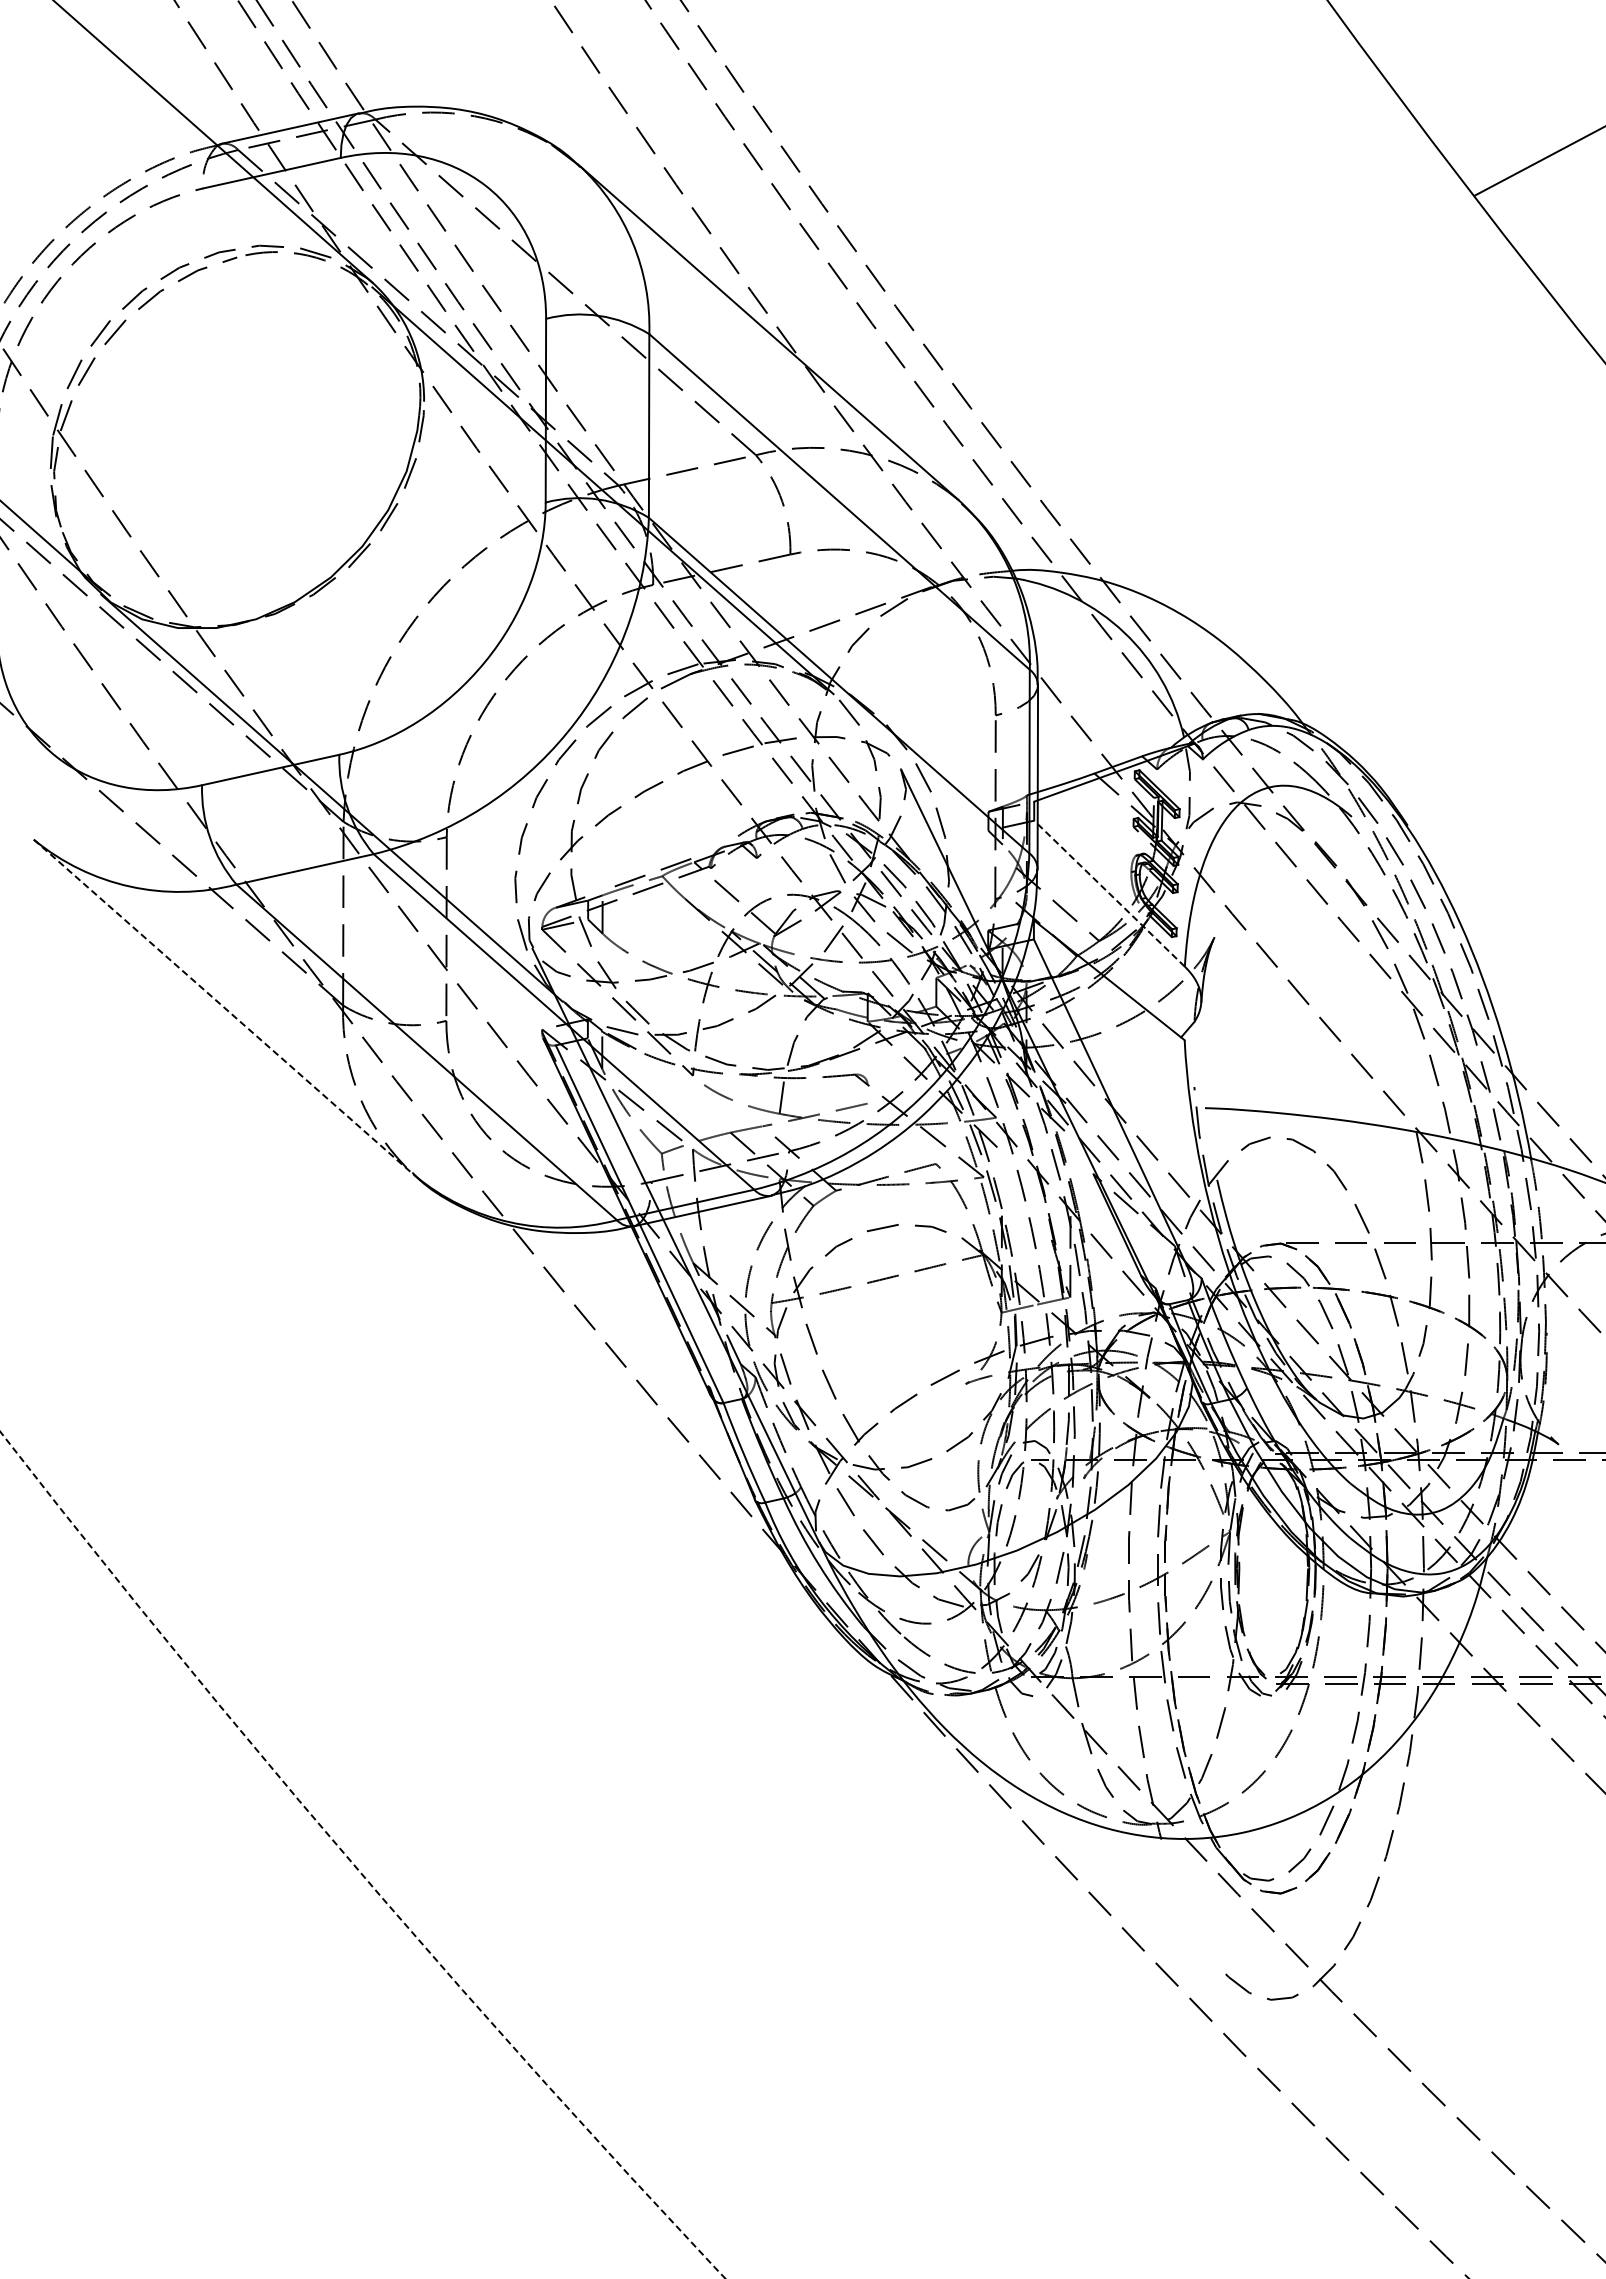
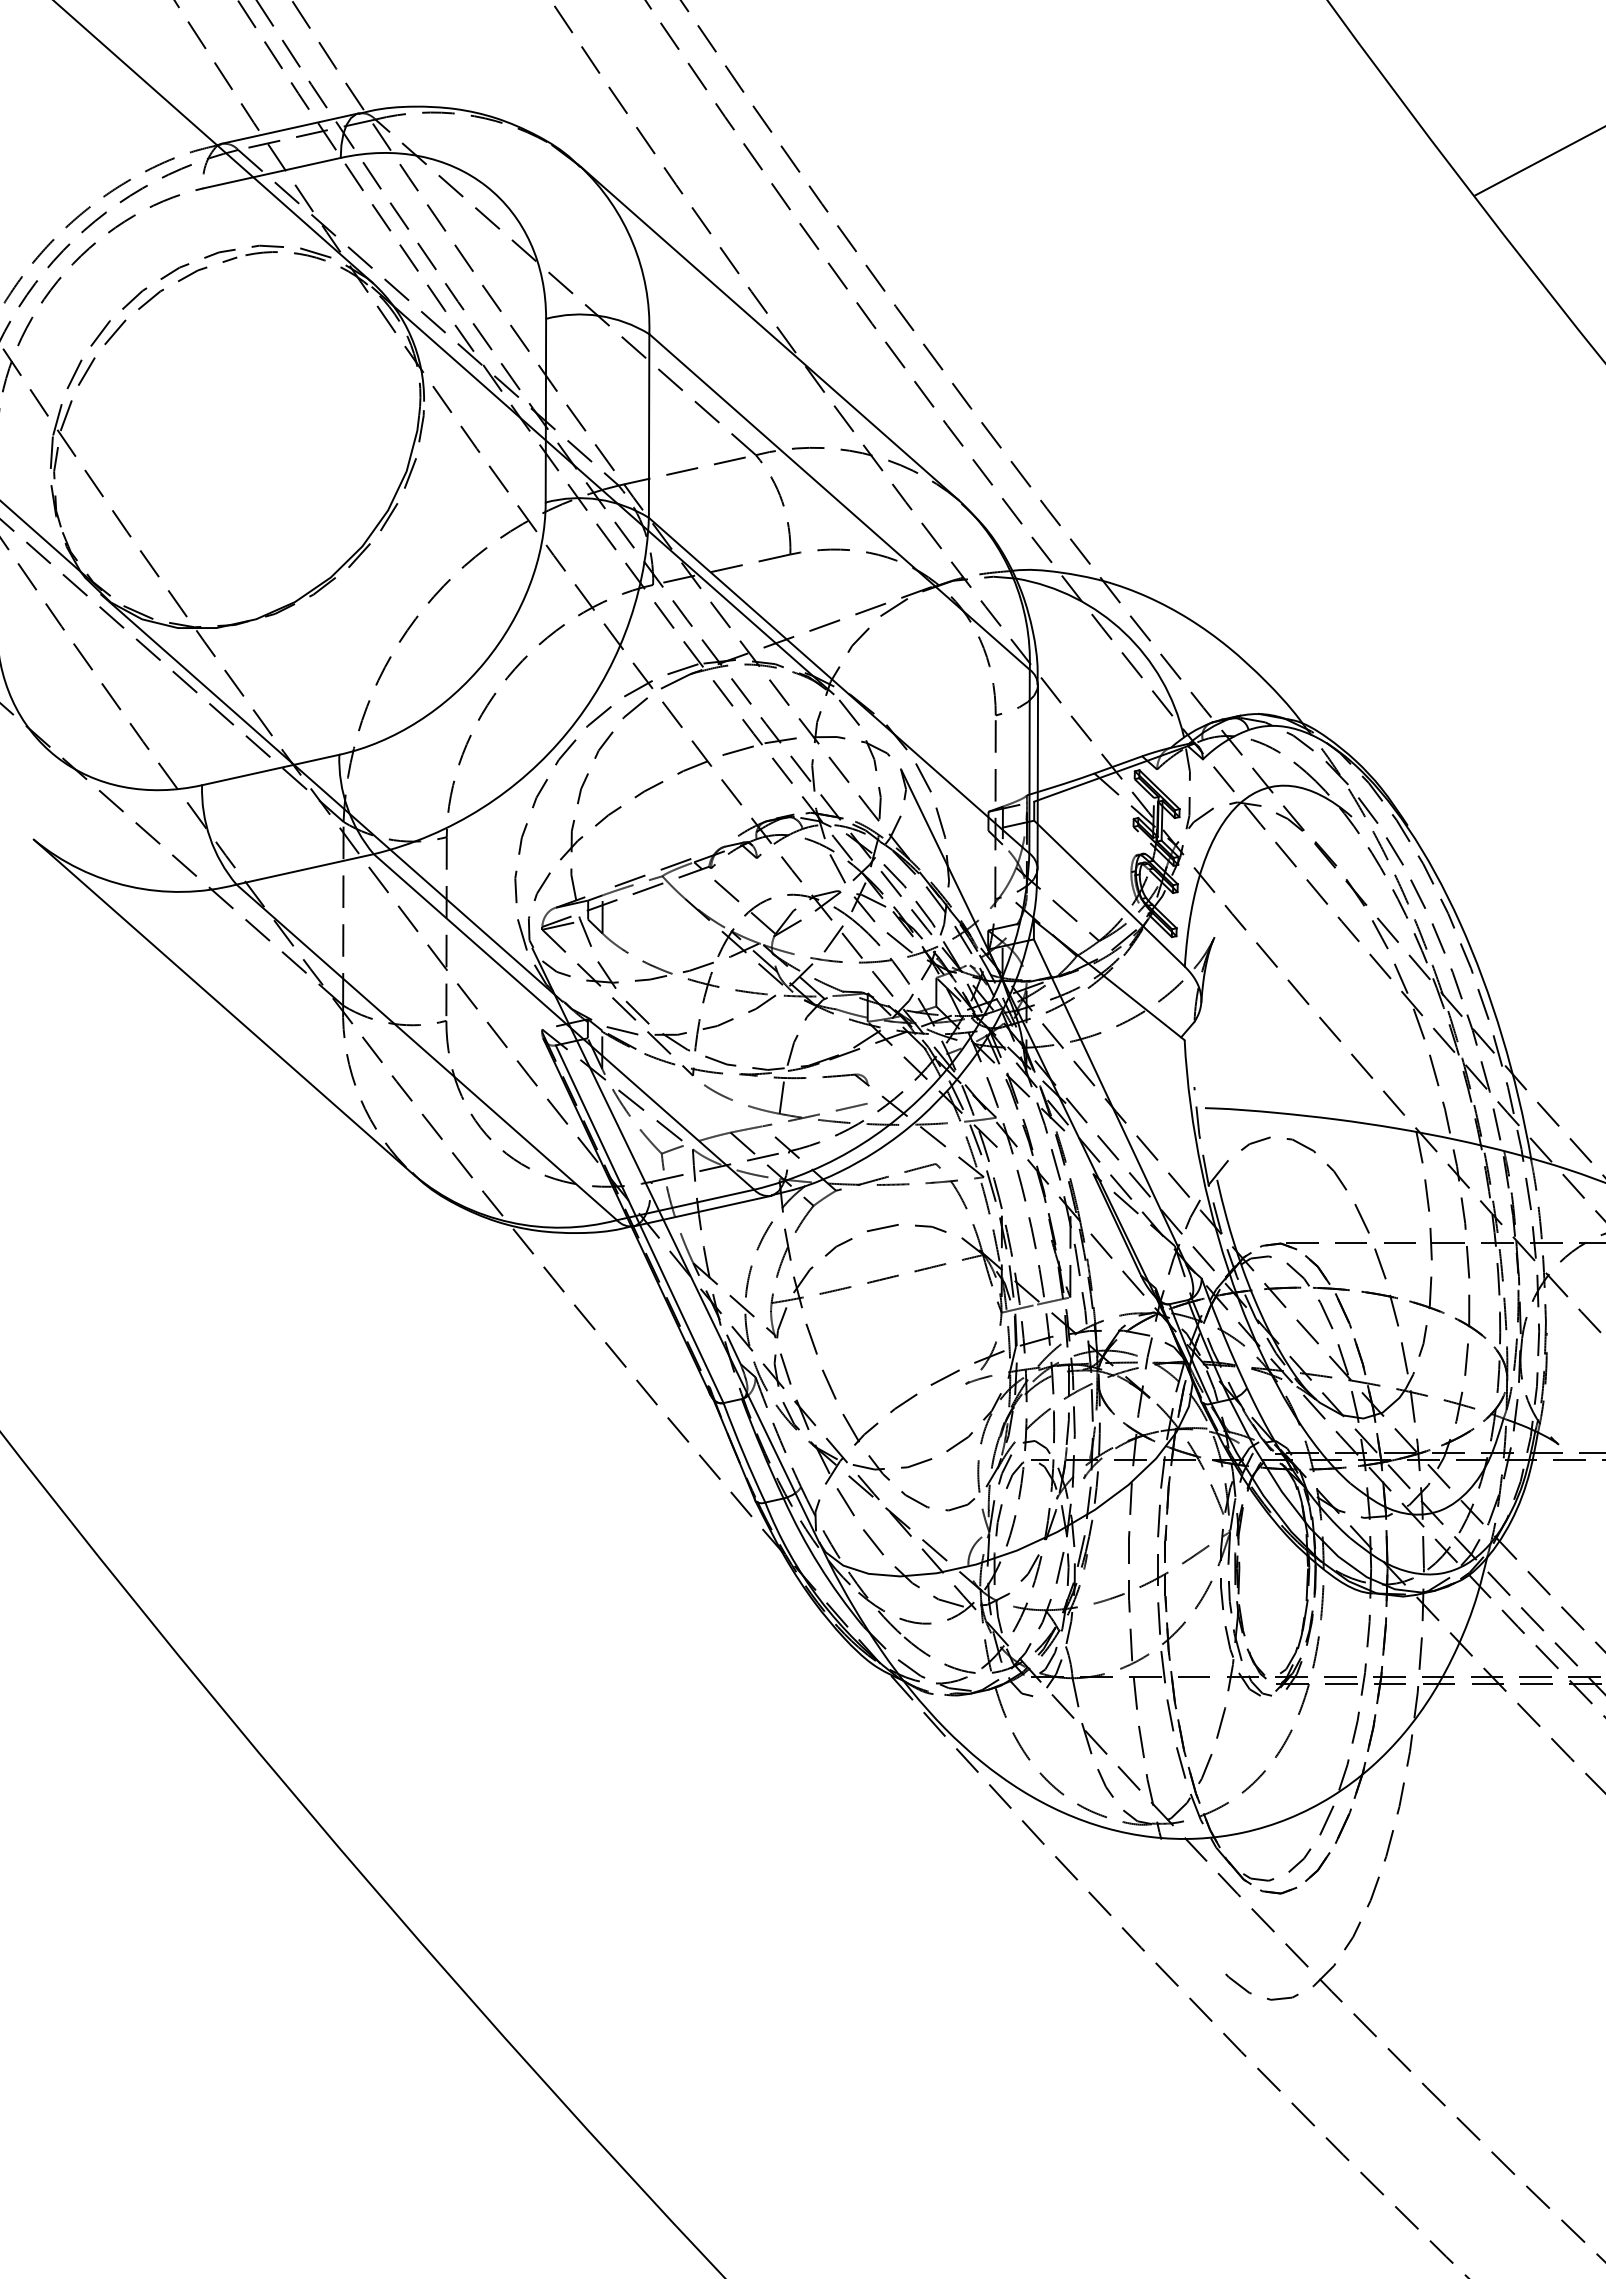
line at (1109, 893): dashed -> solid
line at (224, 1007): dashed -> solid
arc at (354, 1865): dashed -> solid
